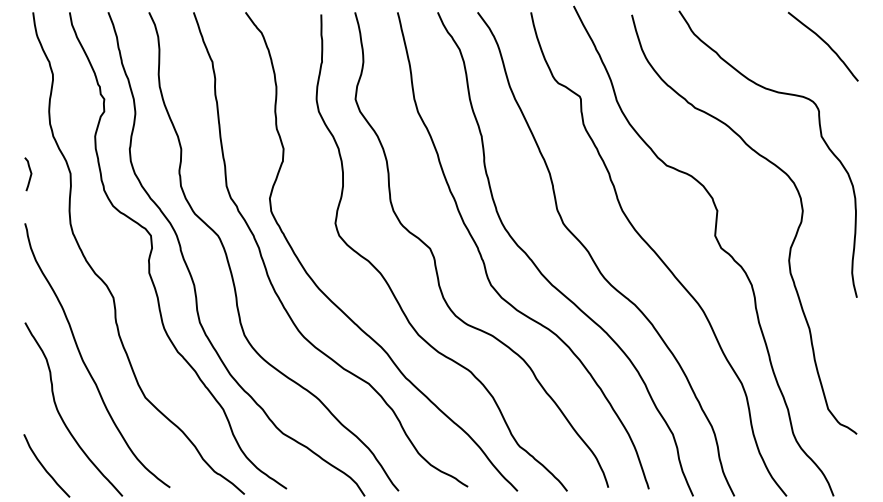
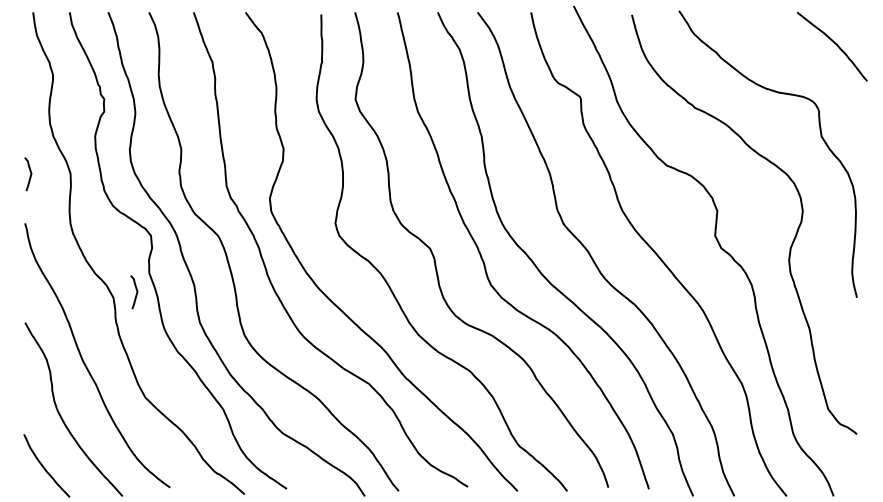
curve at (823, 42) position: (823, 42) -> (832, 42)
curve at (136, 292): none -> present
